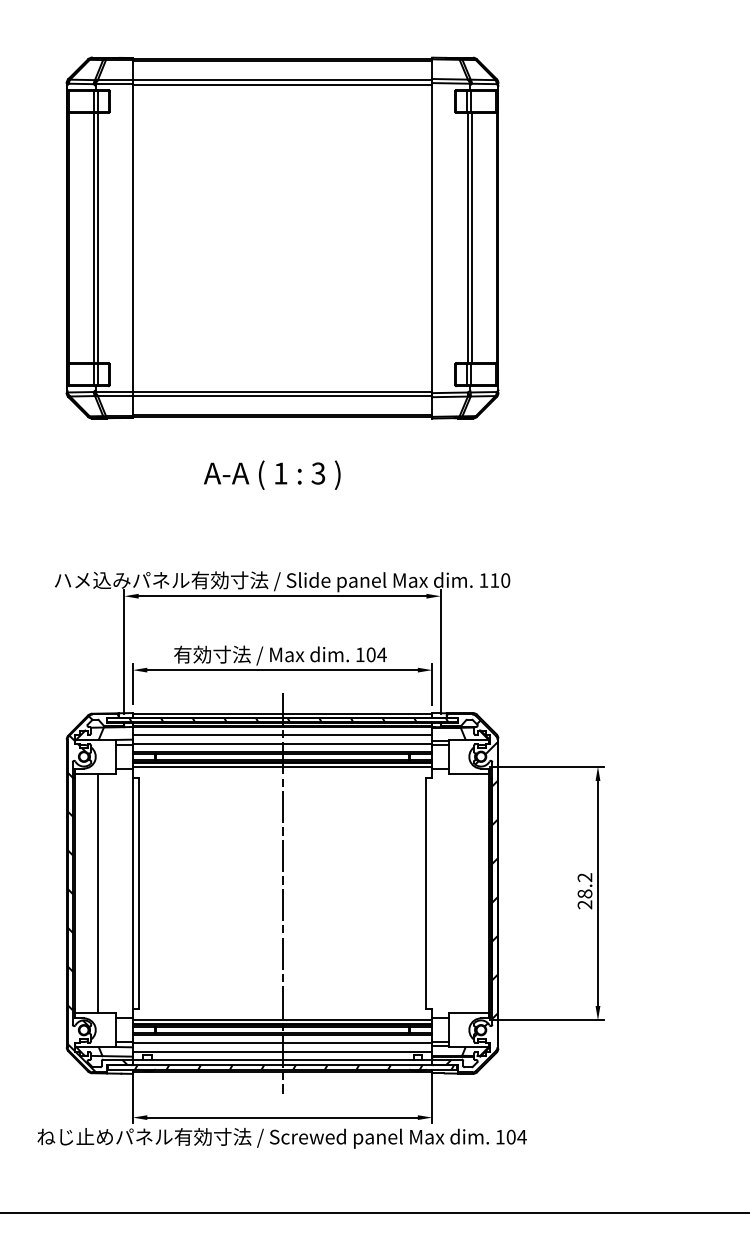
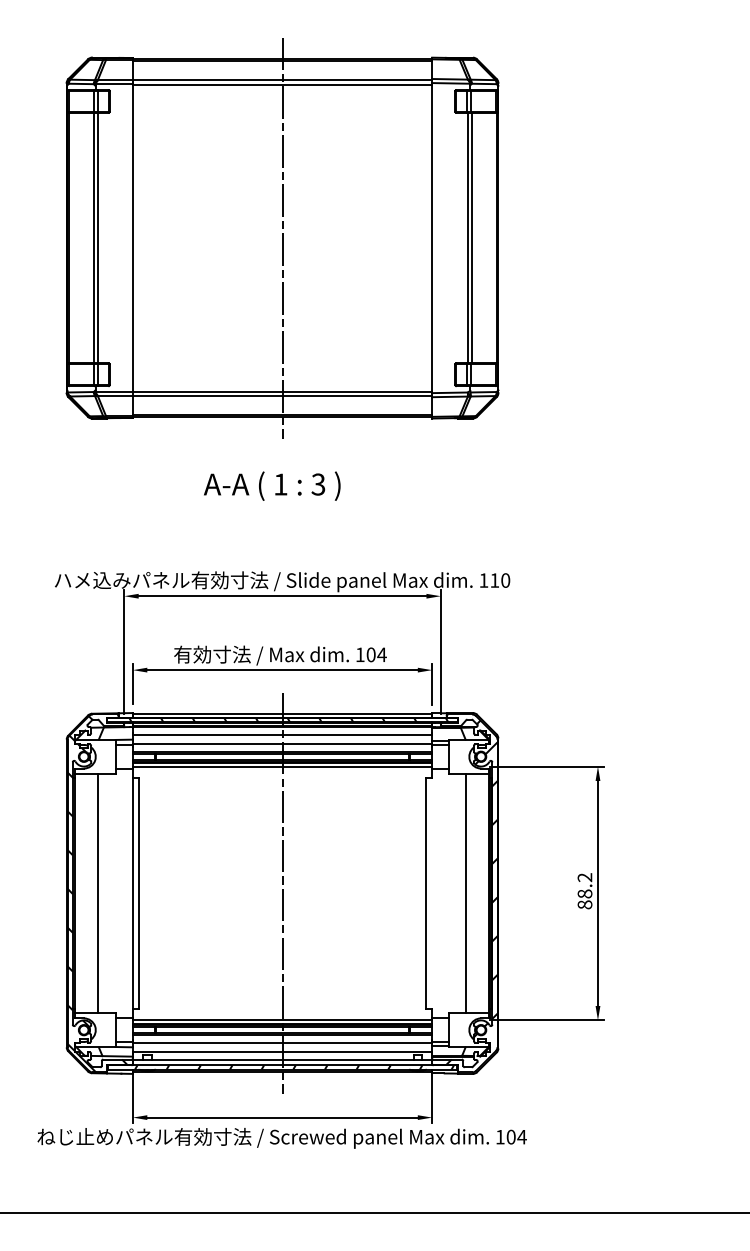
line at (282, 237): none -> present
text at (272, 474) position: (272, 474) -> (272, 485)
line at (466, 893): none -> present
text at (584, 904): 28.2 -> 88.2
